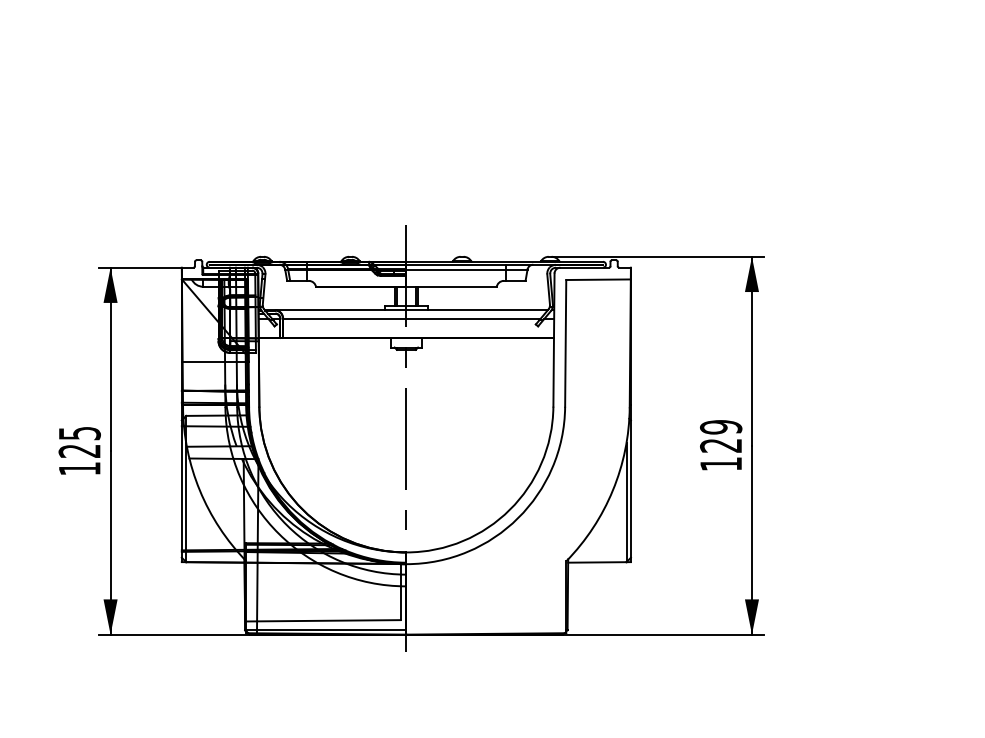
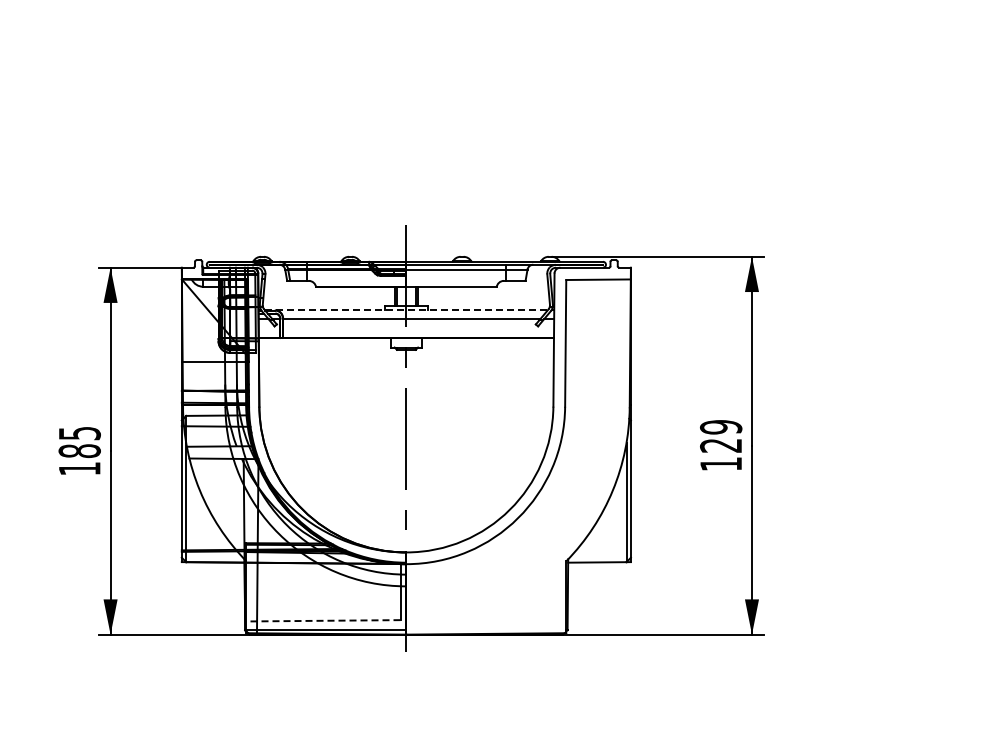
line at (406, 310): solid -> dashed
text at (79, 451): 125 -> 185
line at (322, 620): solid -> dashed
